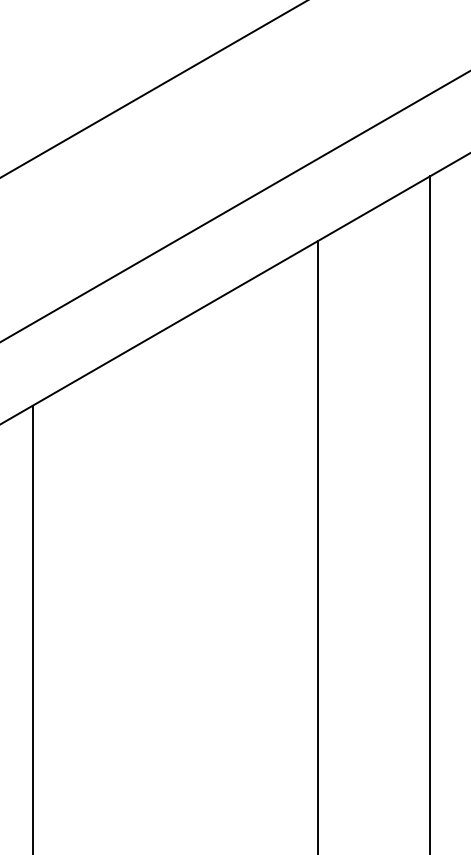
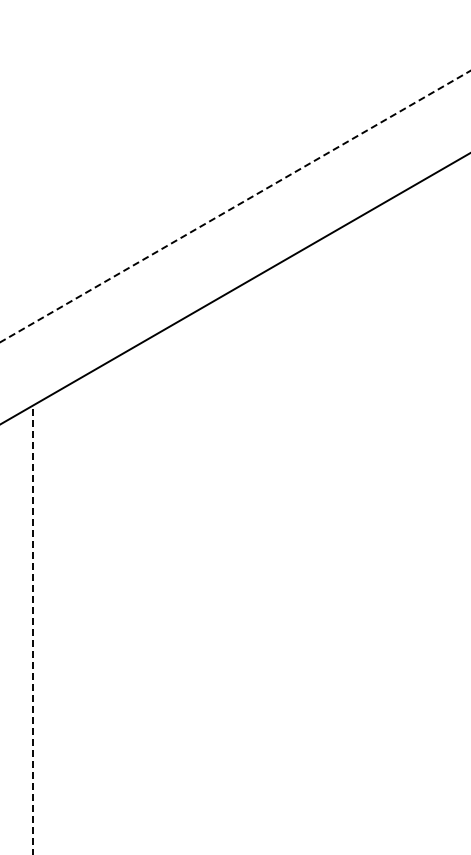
line at (153, 89): present -> none
line at (235, 206): solid -> dashed
line at (430, 513): present -> none
line at (317, 546): present -> none
line at (32, 629): solid -> dashed
